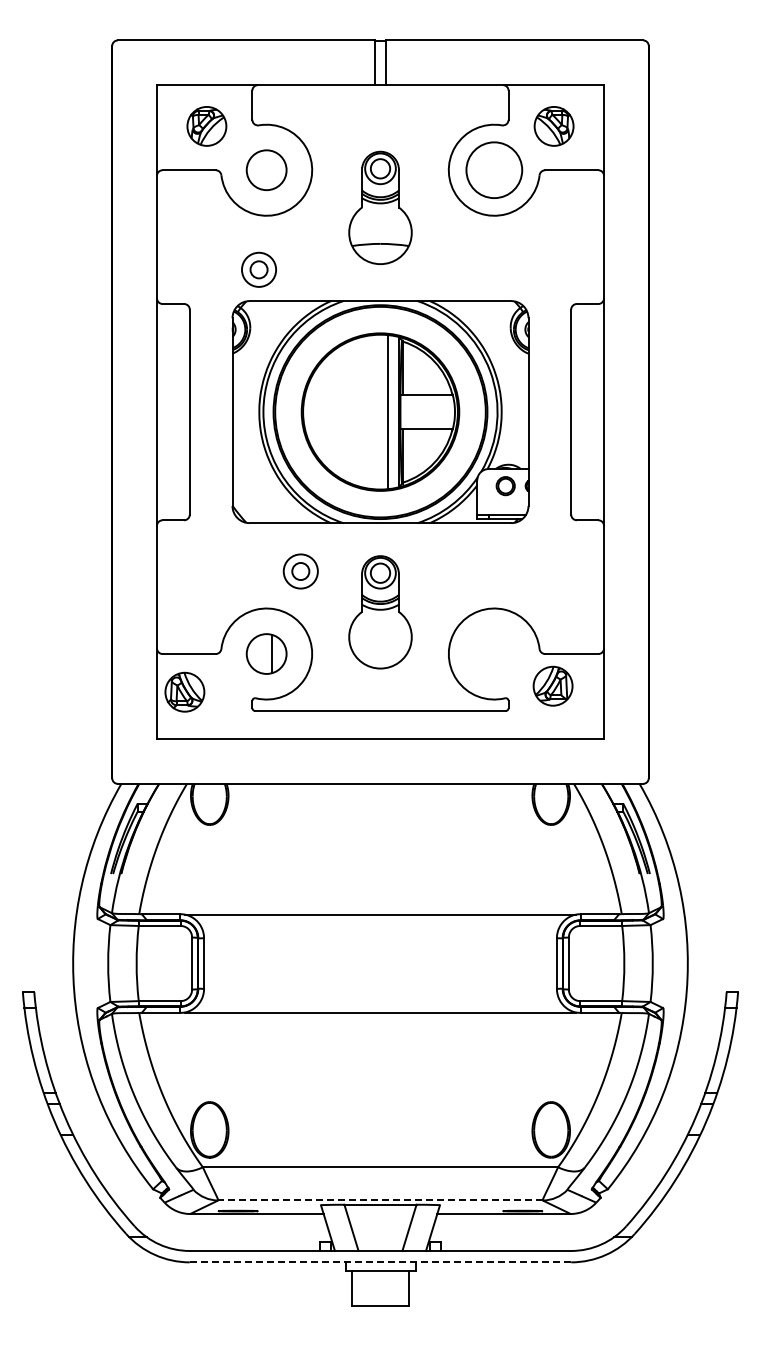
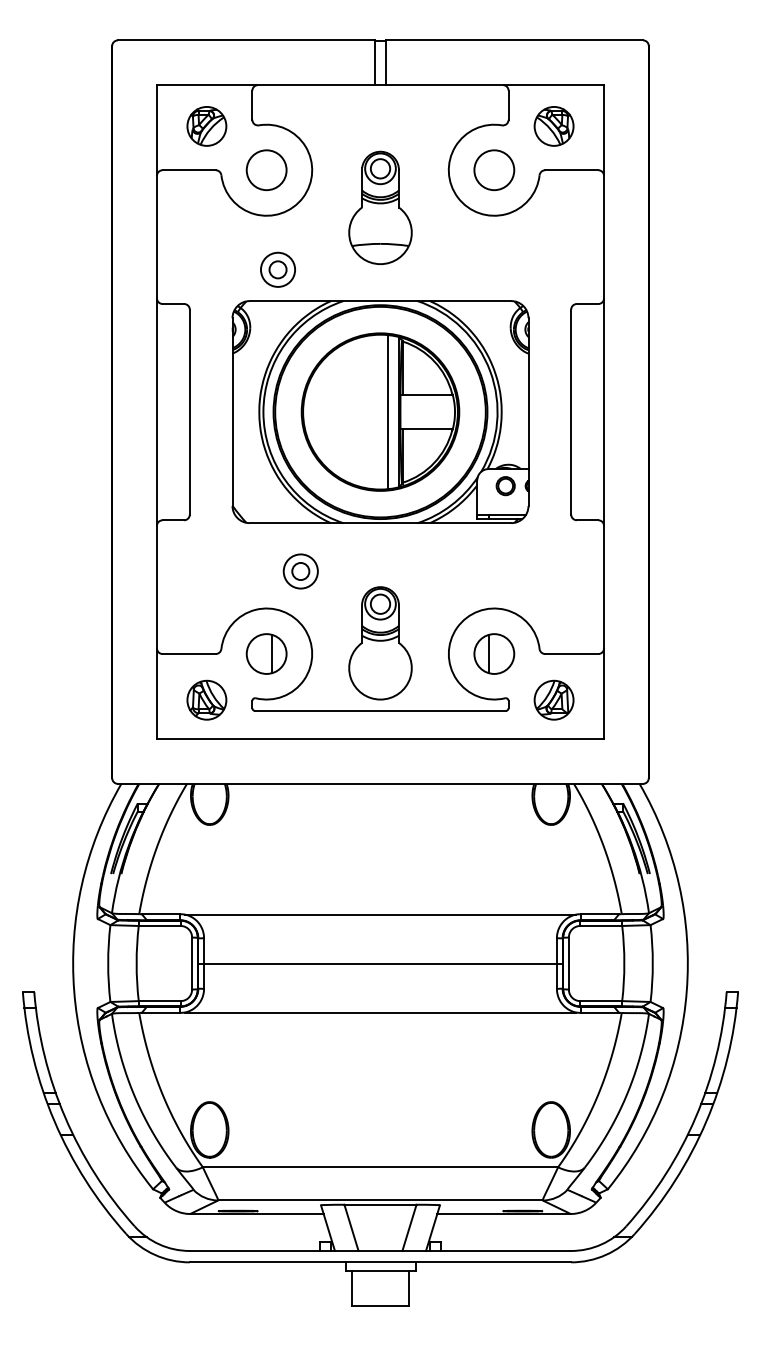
circle at (494, 170) diameter: 56 px -> 40 px
part at (258, 269) position: (258, 269) -> (277, 269)
part at (380, 612) position: (380, 612) -> (380, 643)
part at (494, 653): none -> present
part at (552, 685) position: (552, 685) -> (553, 699)
part at (184, 691) position: (184, 691) -> (206, 699)
line at (380, 963): none -> present
line at (380, 1200): dashed -> solid
line at (380, 1262): dashed -> solid
